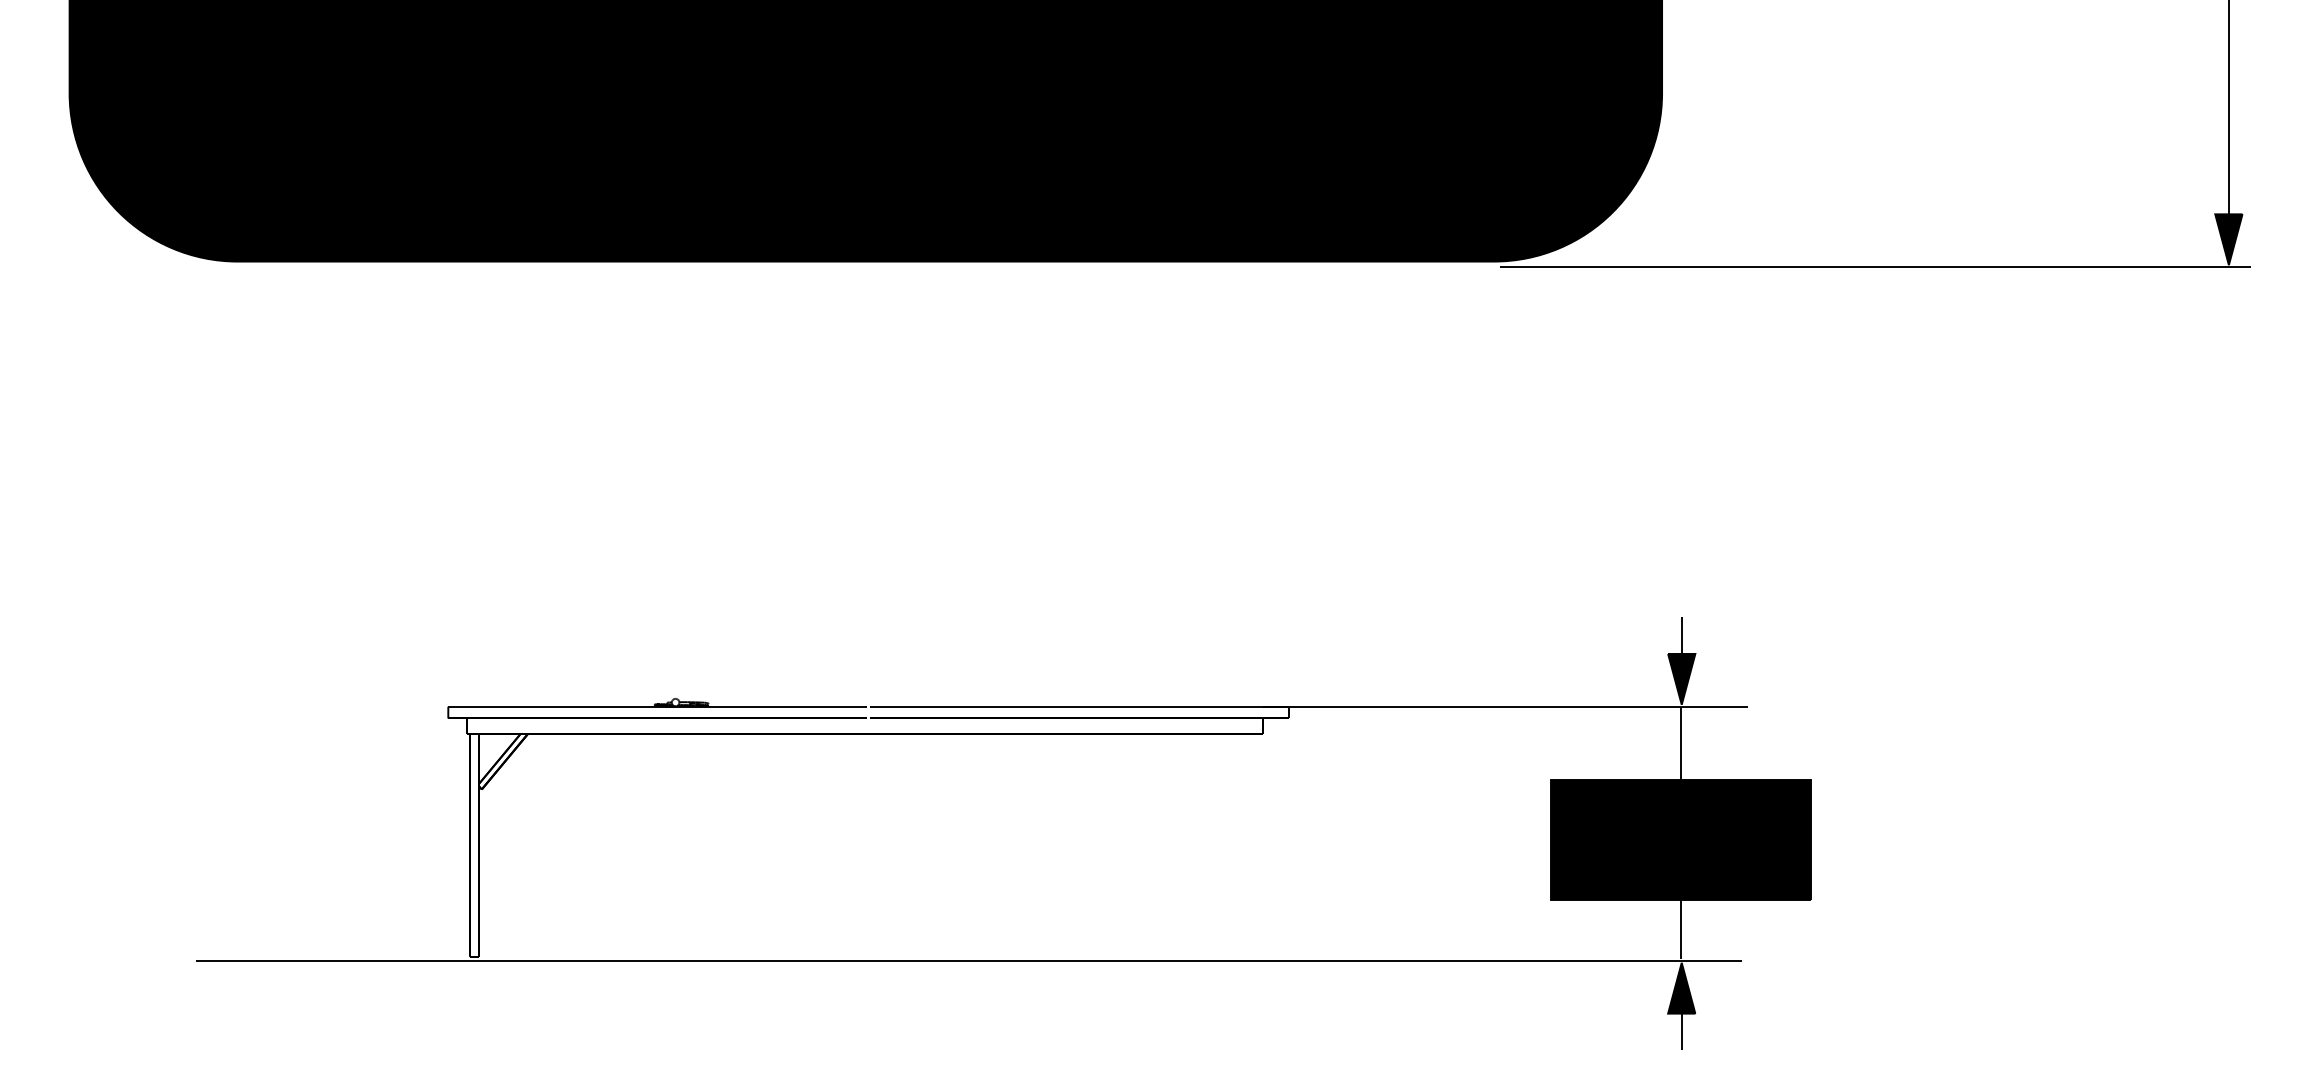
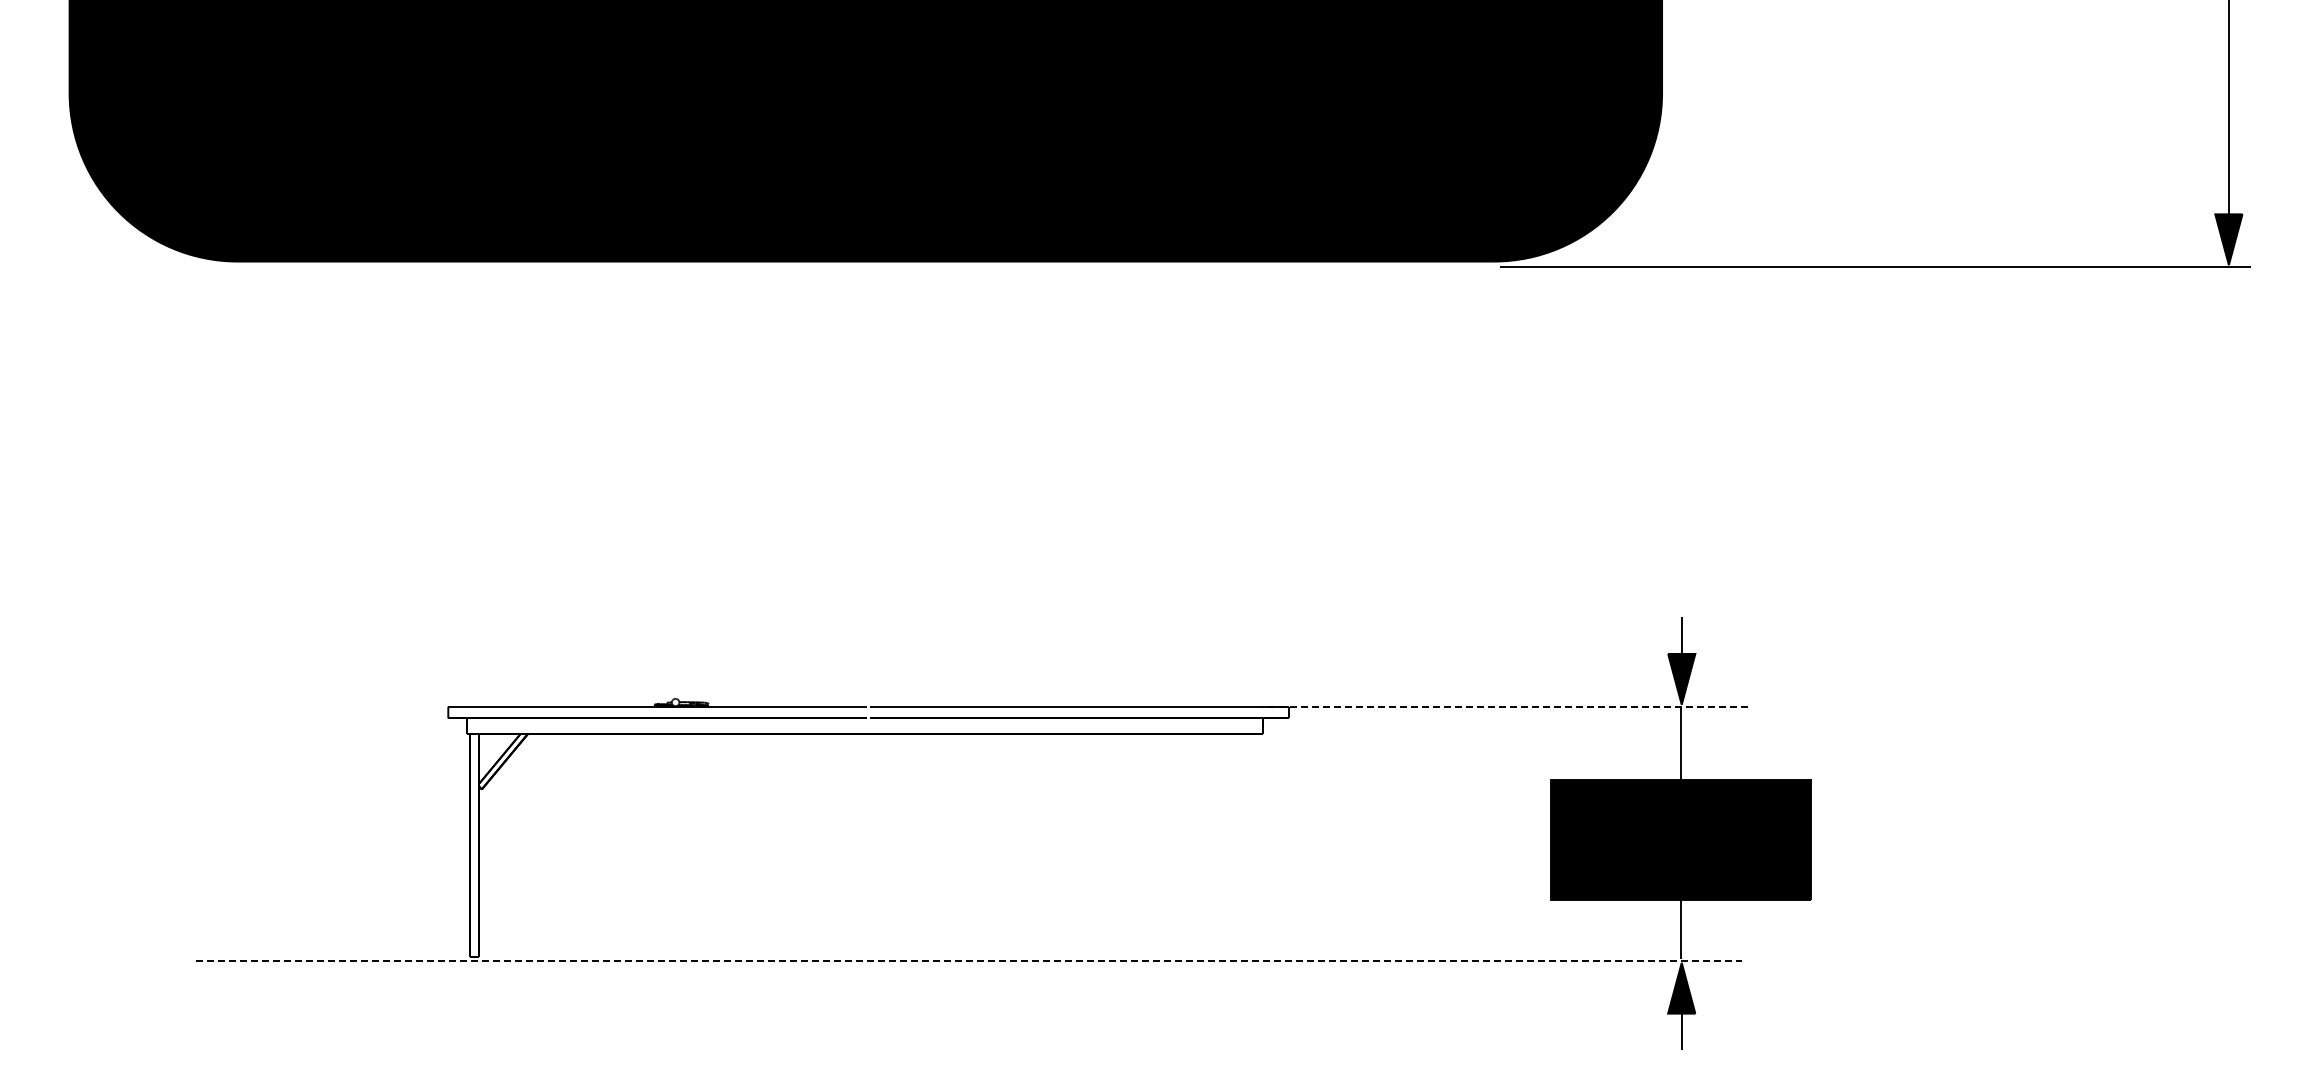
line at (1504, 706): solid -> dashed
line at (969, 960): solid -> dashed
